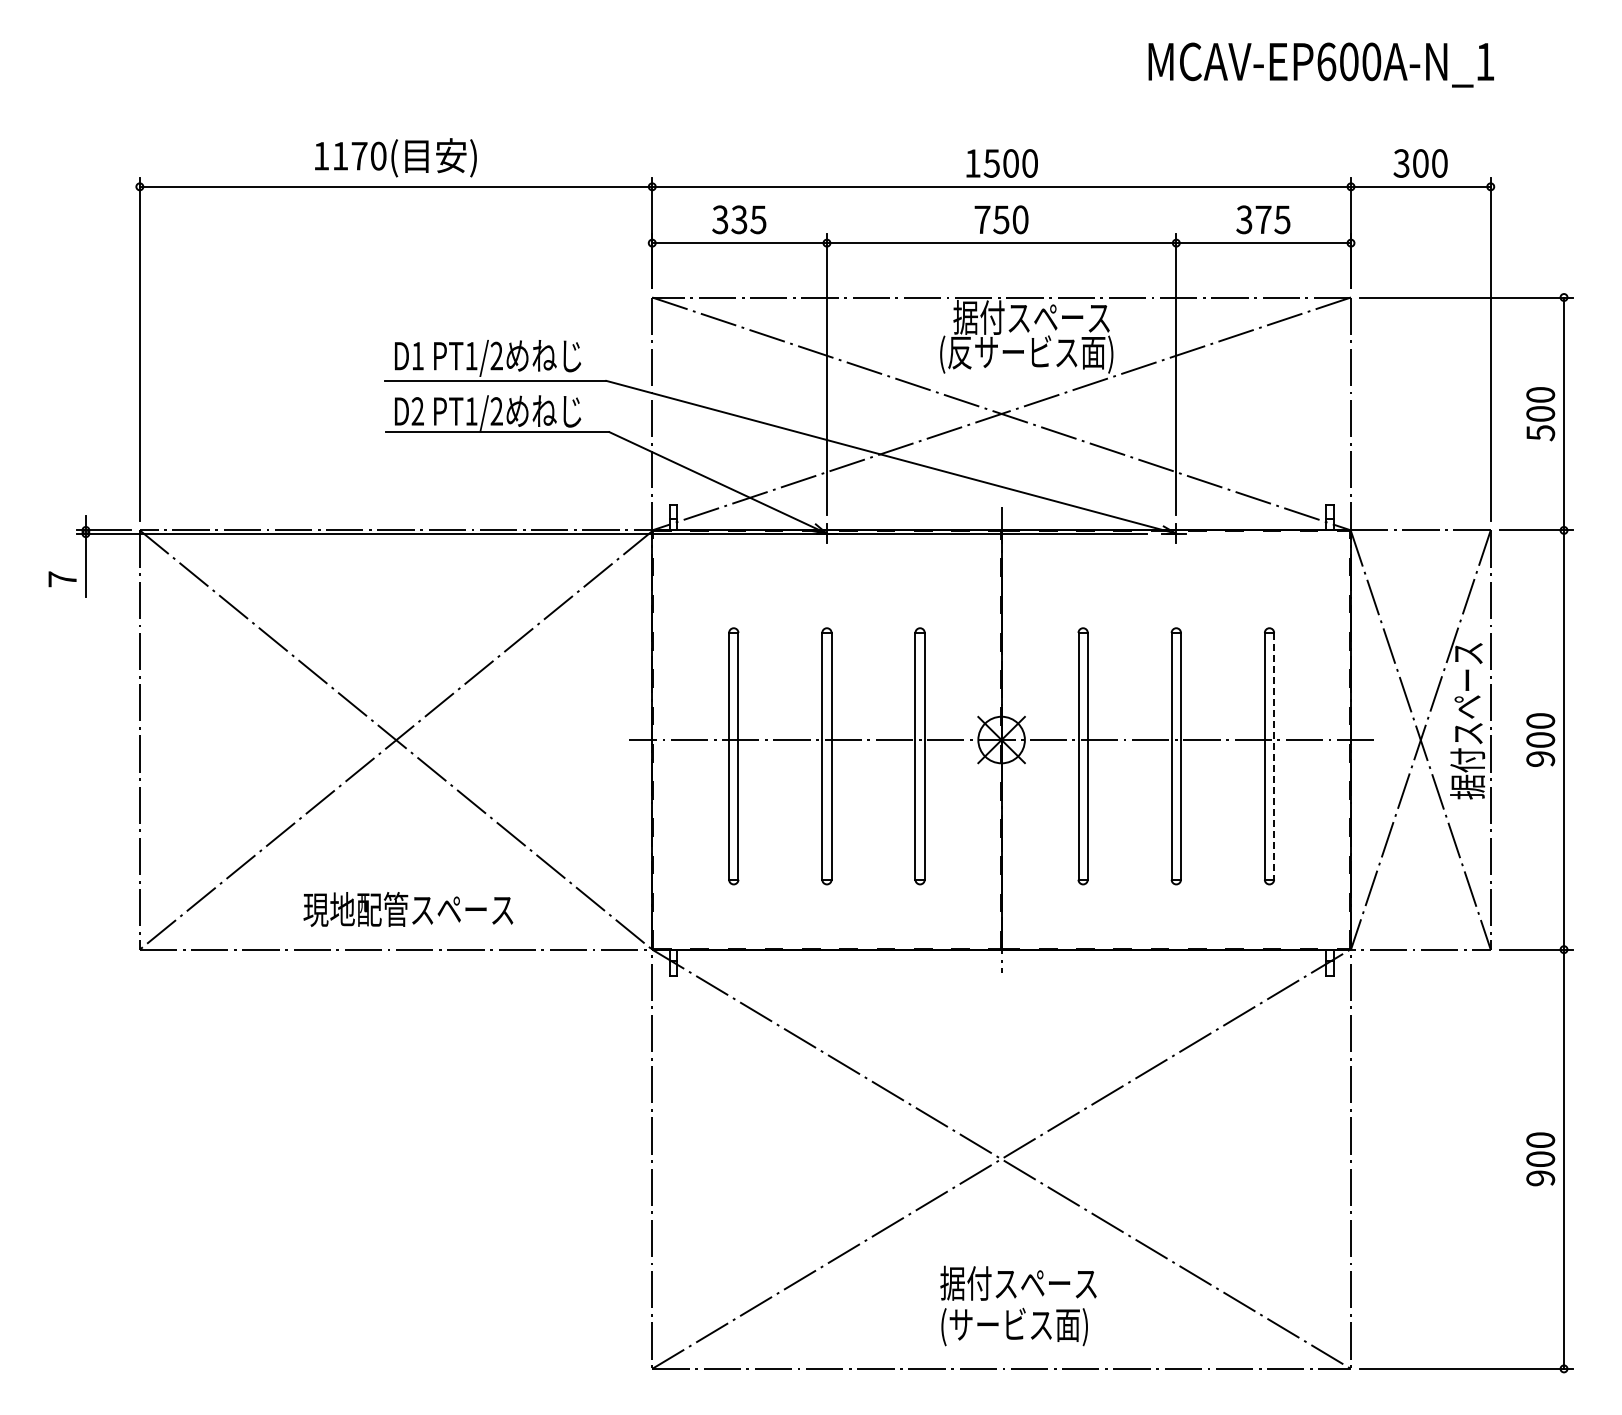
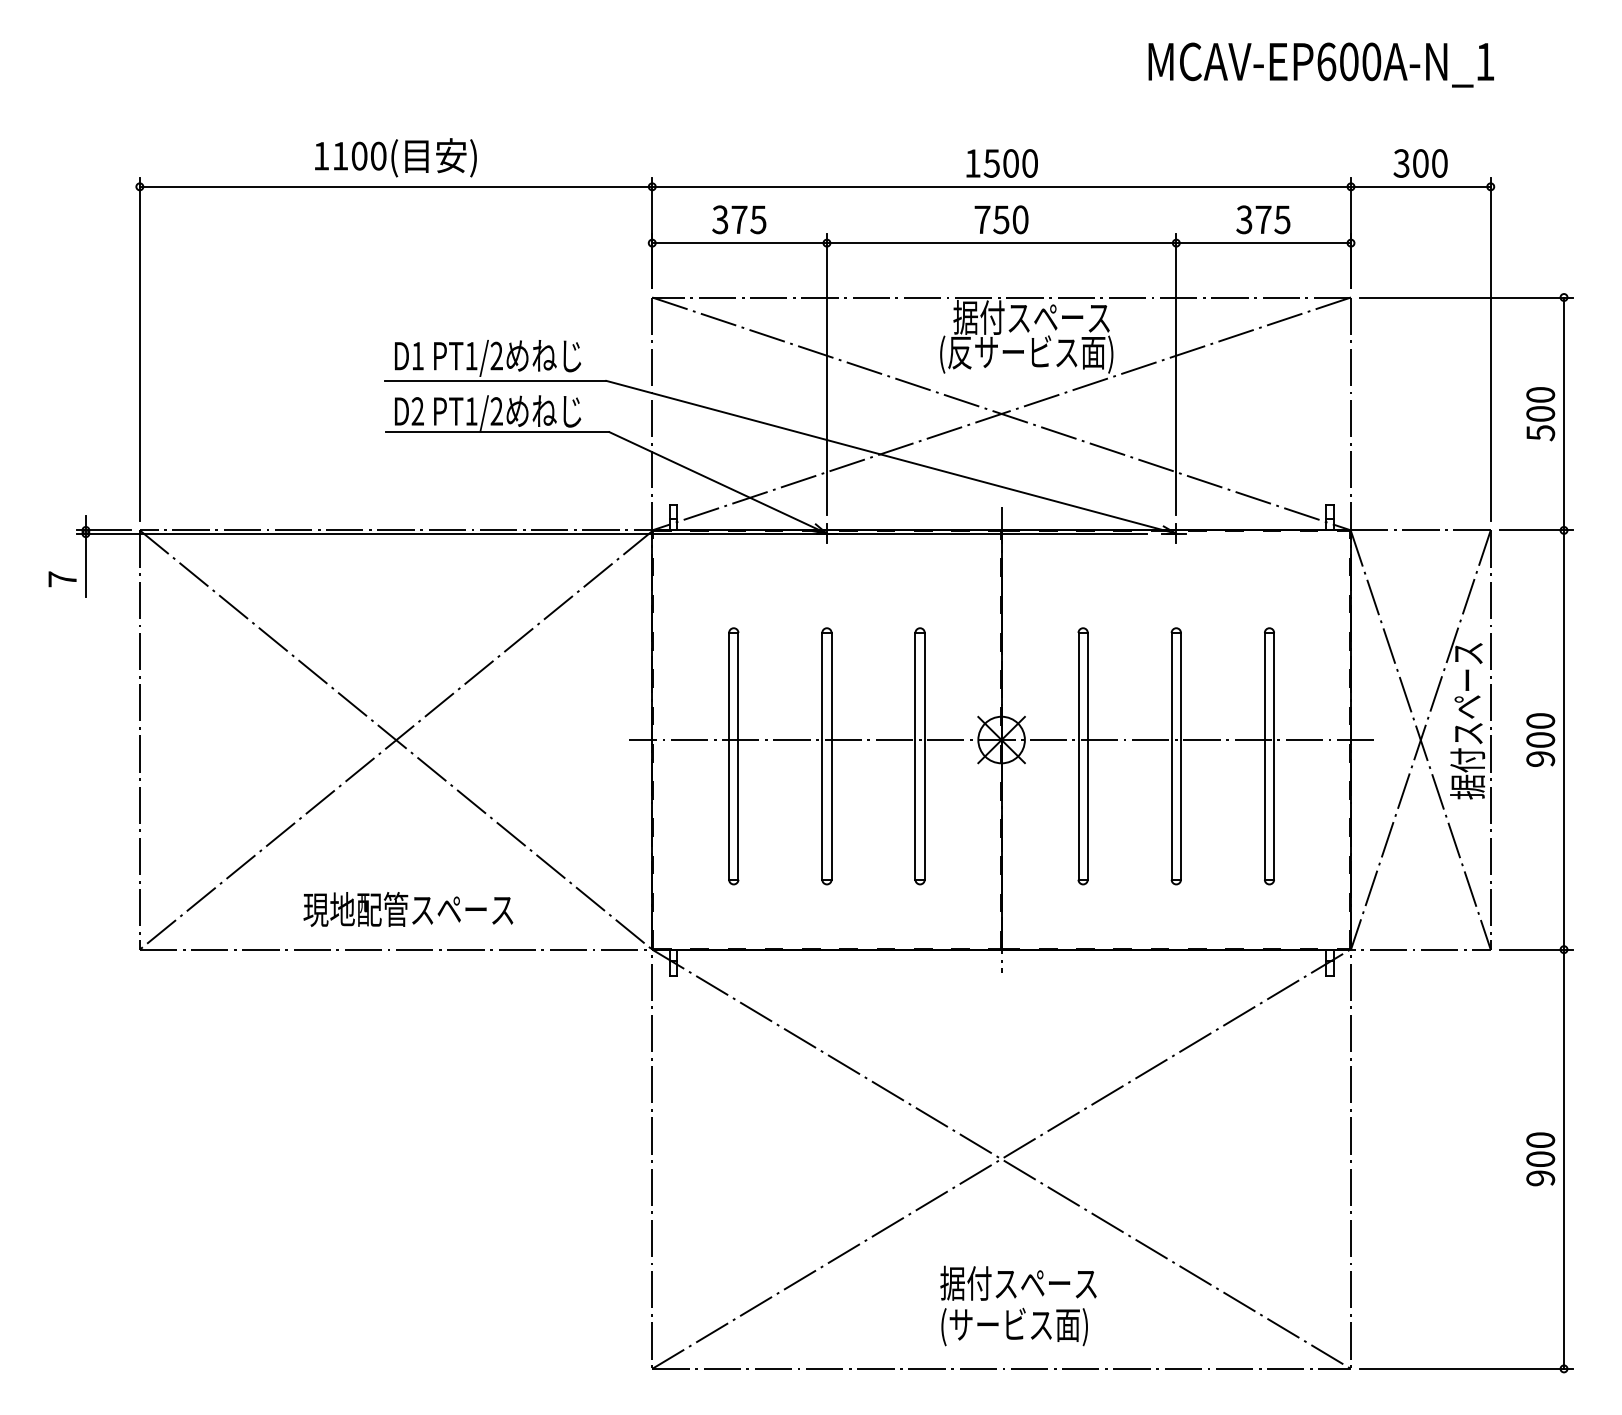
text at (359, 155): 1170( -> 1100(
text at (739, 219): 335 -> 375
line at (1274, 756): dashed -> solid
